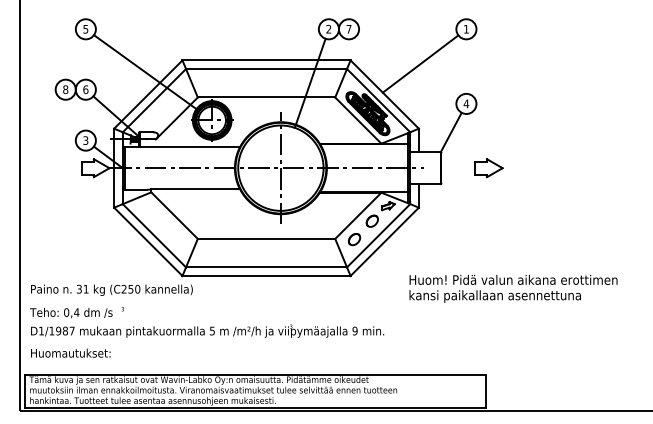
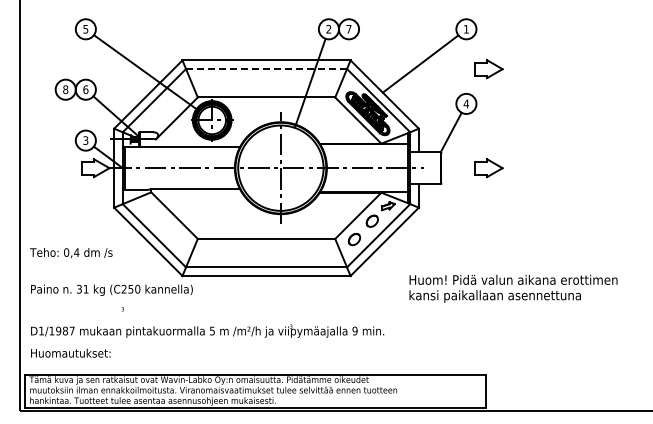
line at (267, 69): solid -> dashed
part at (488, 69): none -> present
text at (71, 313) position: (71, 313) -> (71, 253)
